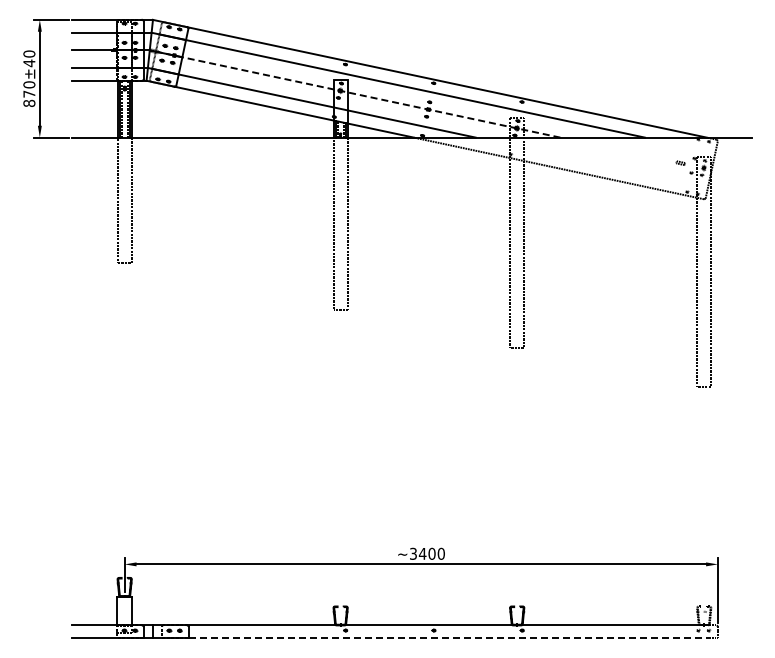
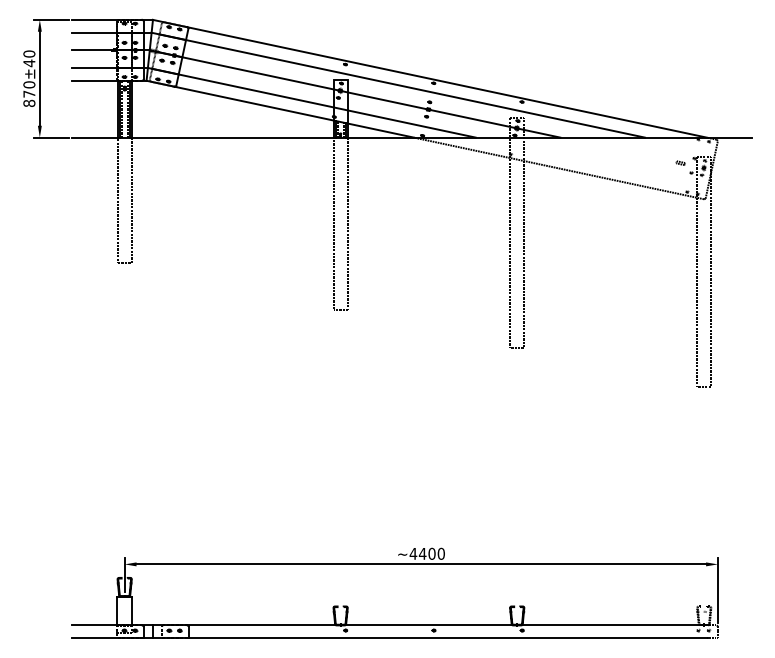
line at (358, 94): dashed -> solid
text at (413, 553): ~3400 -> ~4400
line at (448, 638): dashed -> solid
